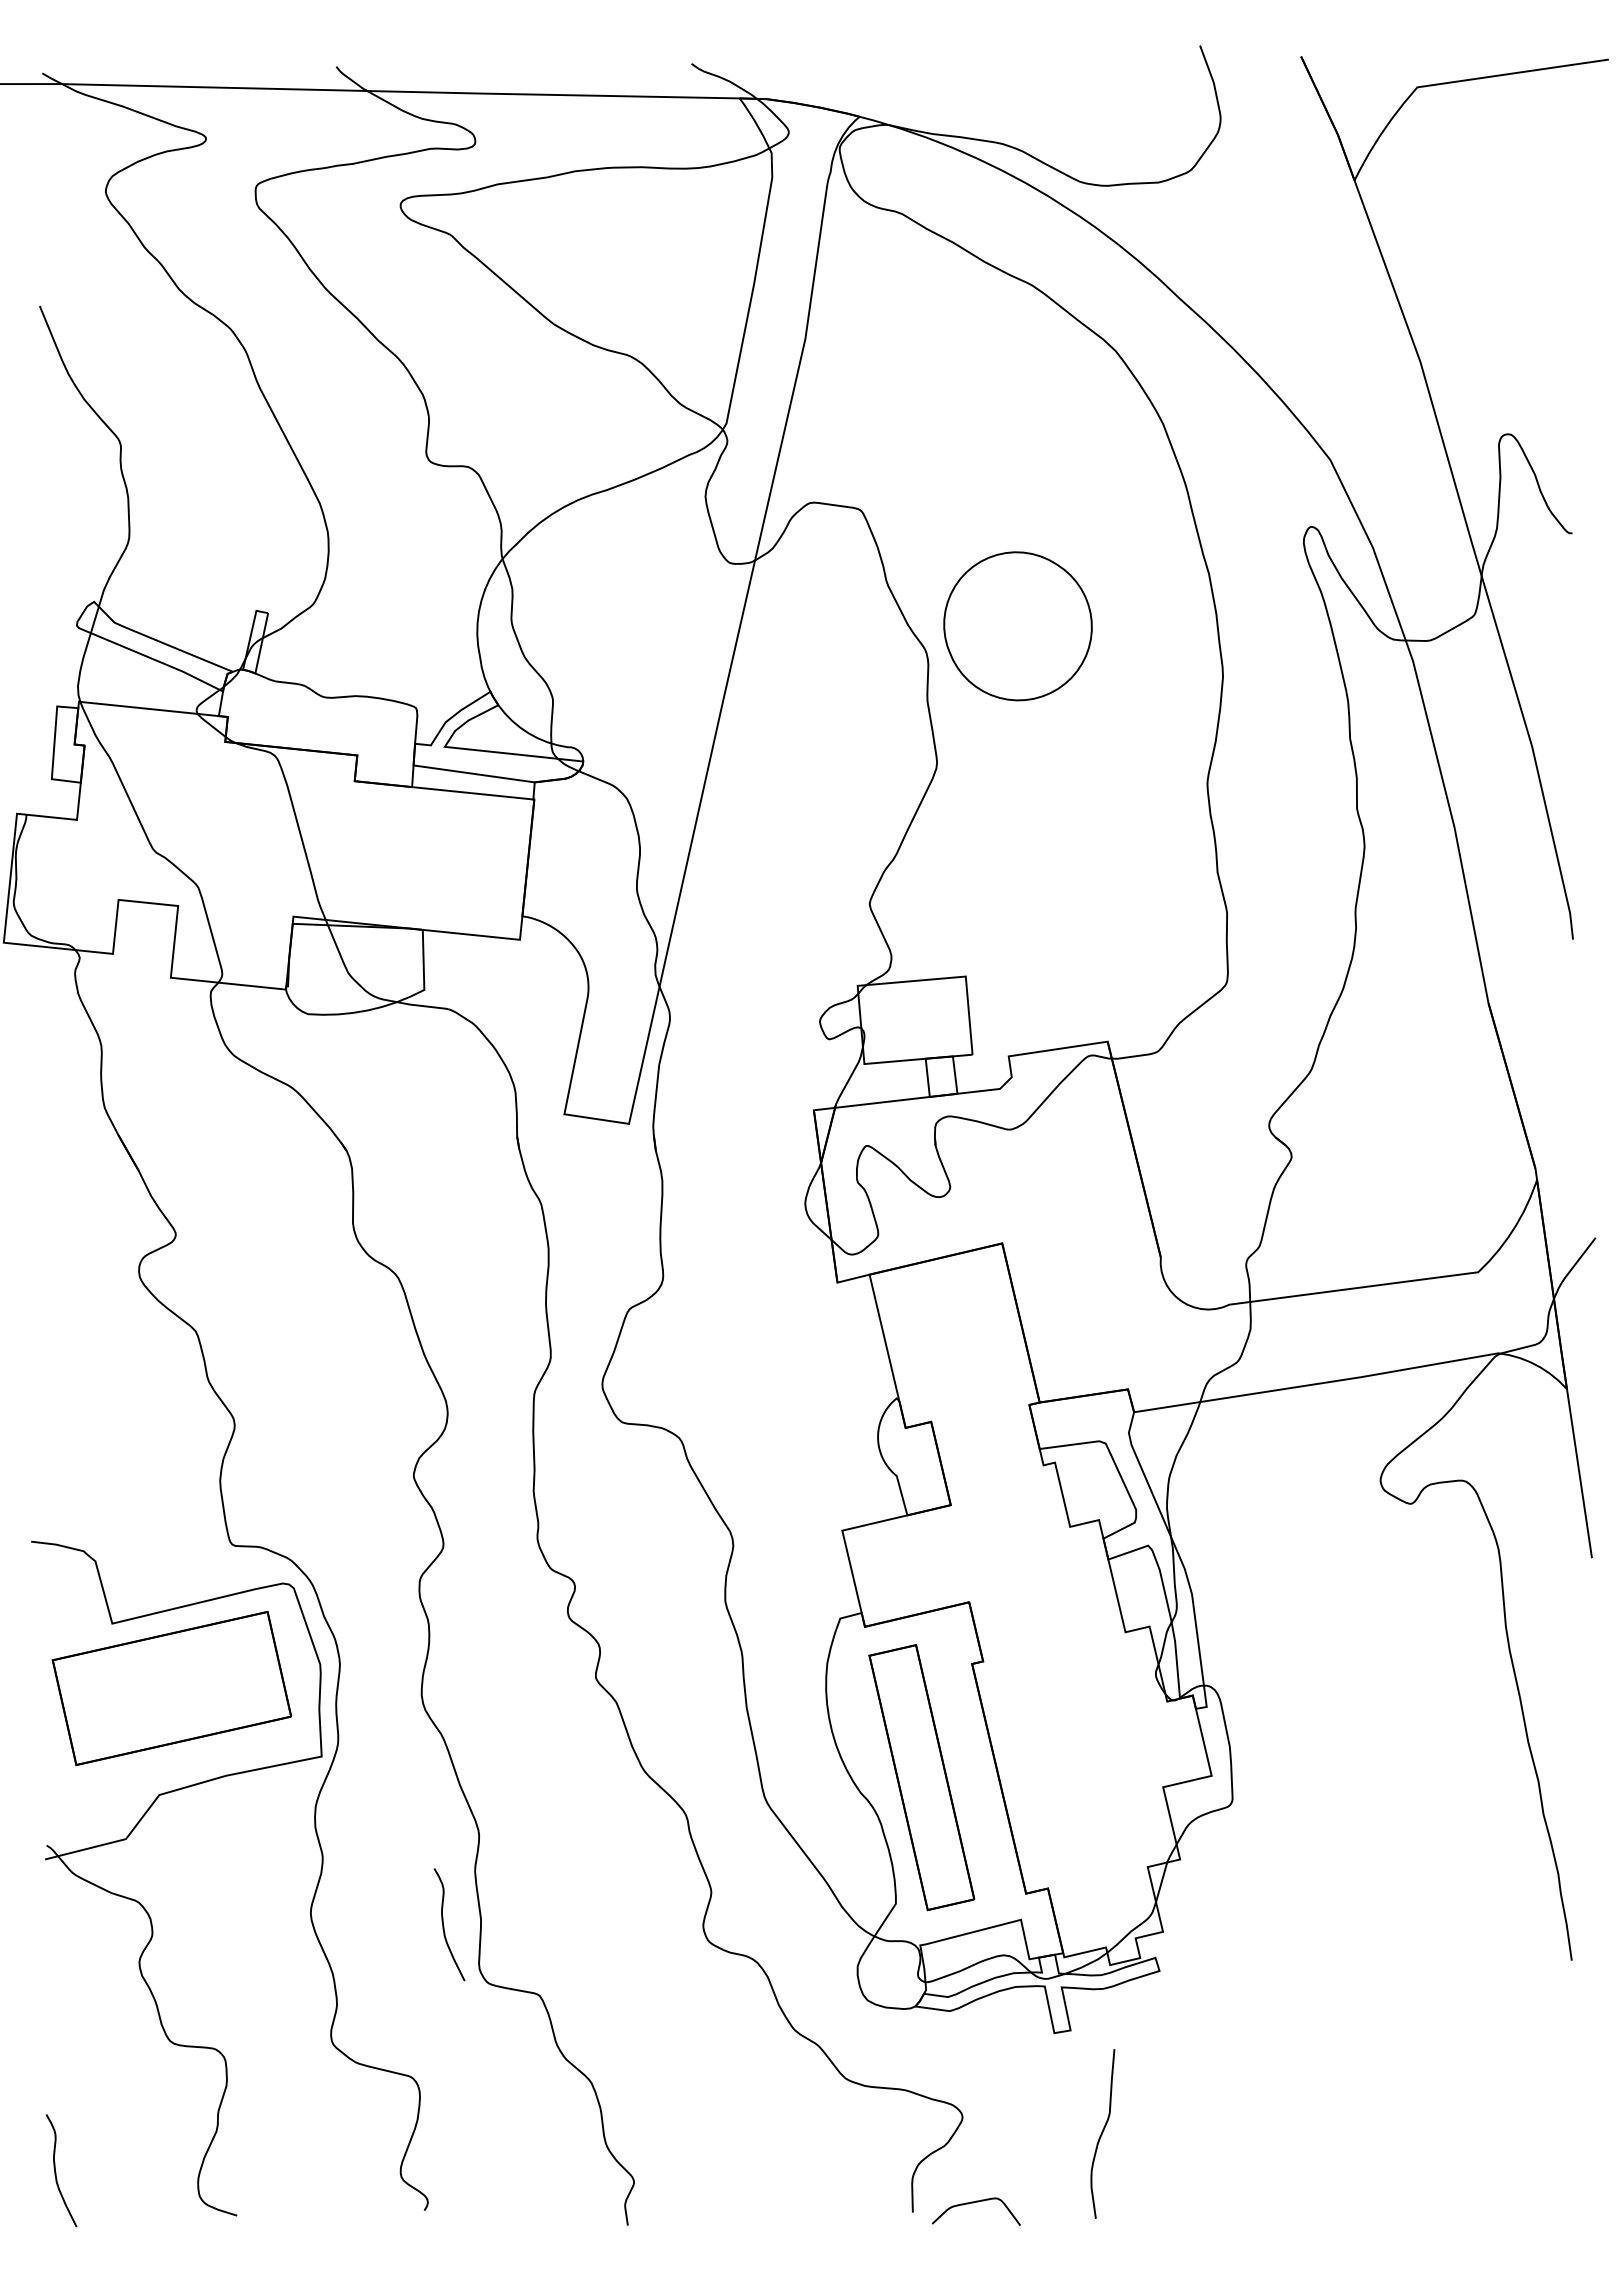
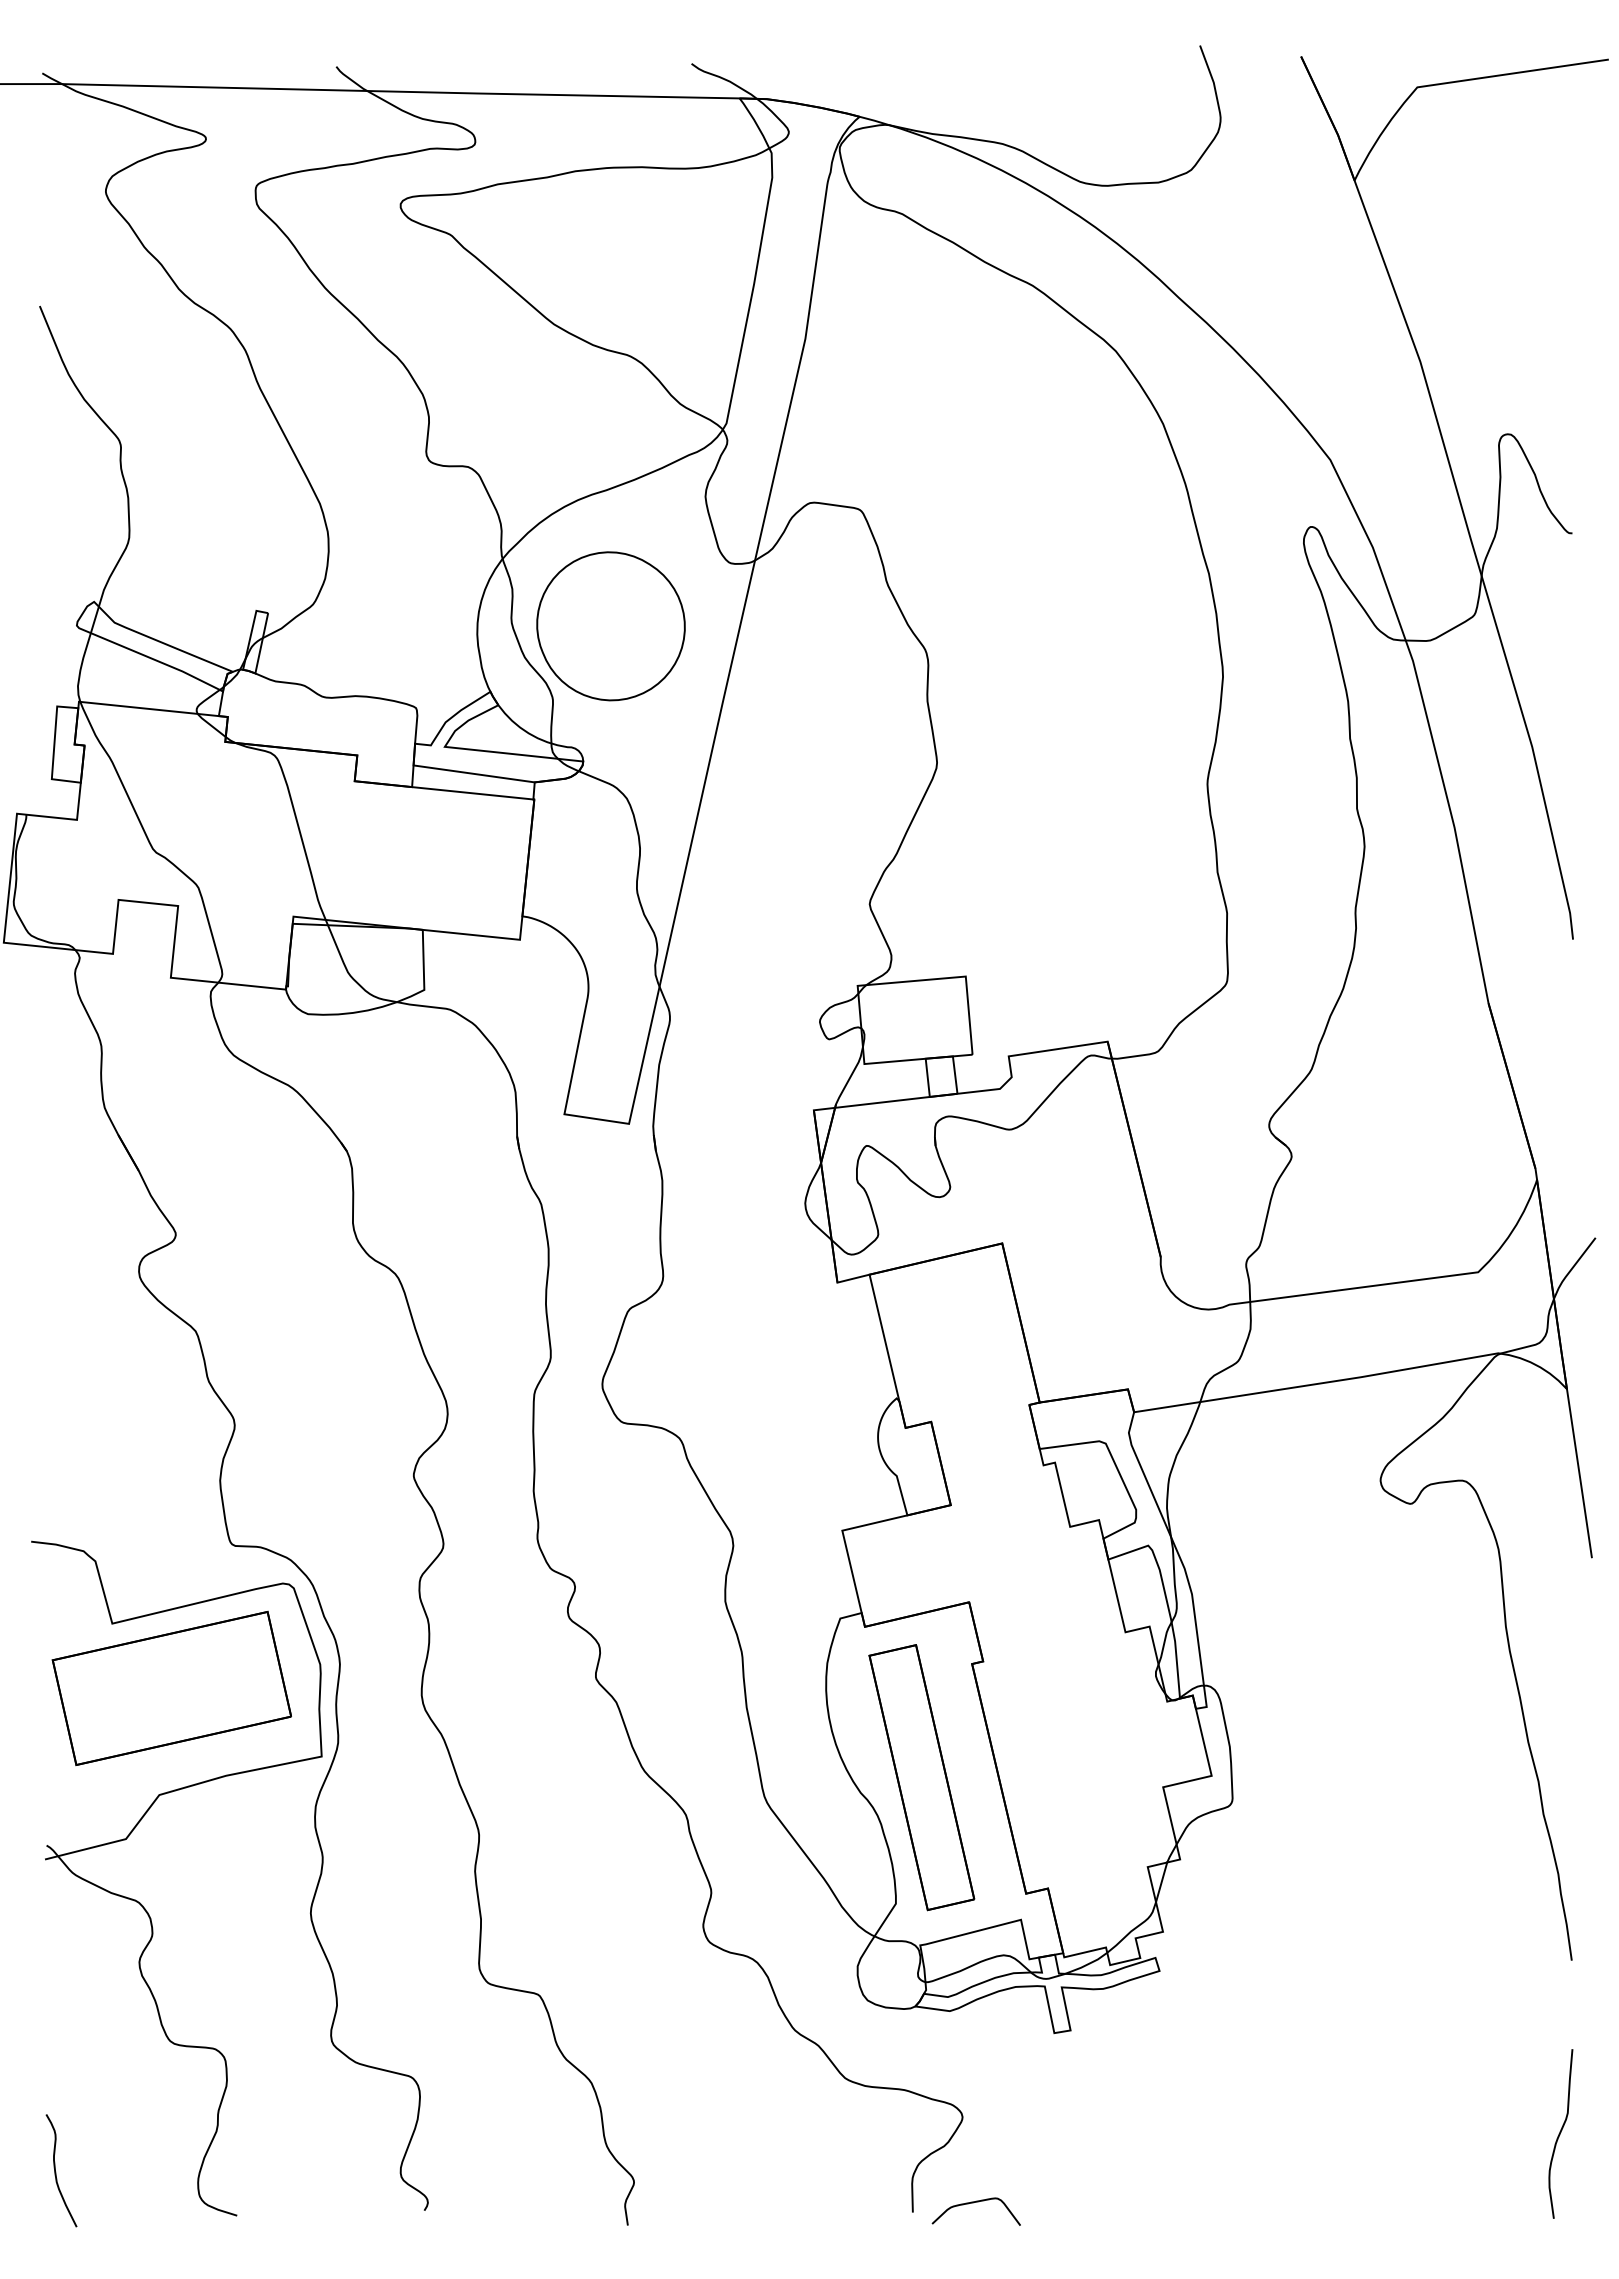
part at (1017, 626) position: (1017, 626) -> (610, 626)
curve at (444, 1925): present -> none
curve at (1102, 2133) position: (1102, 2133) -> (1560, 2133)
